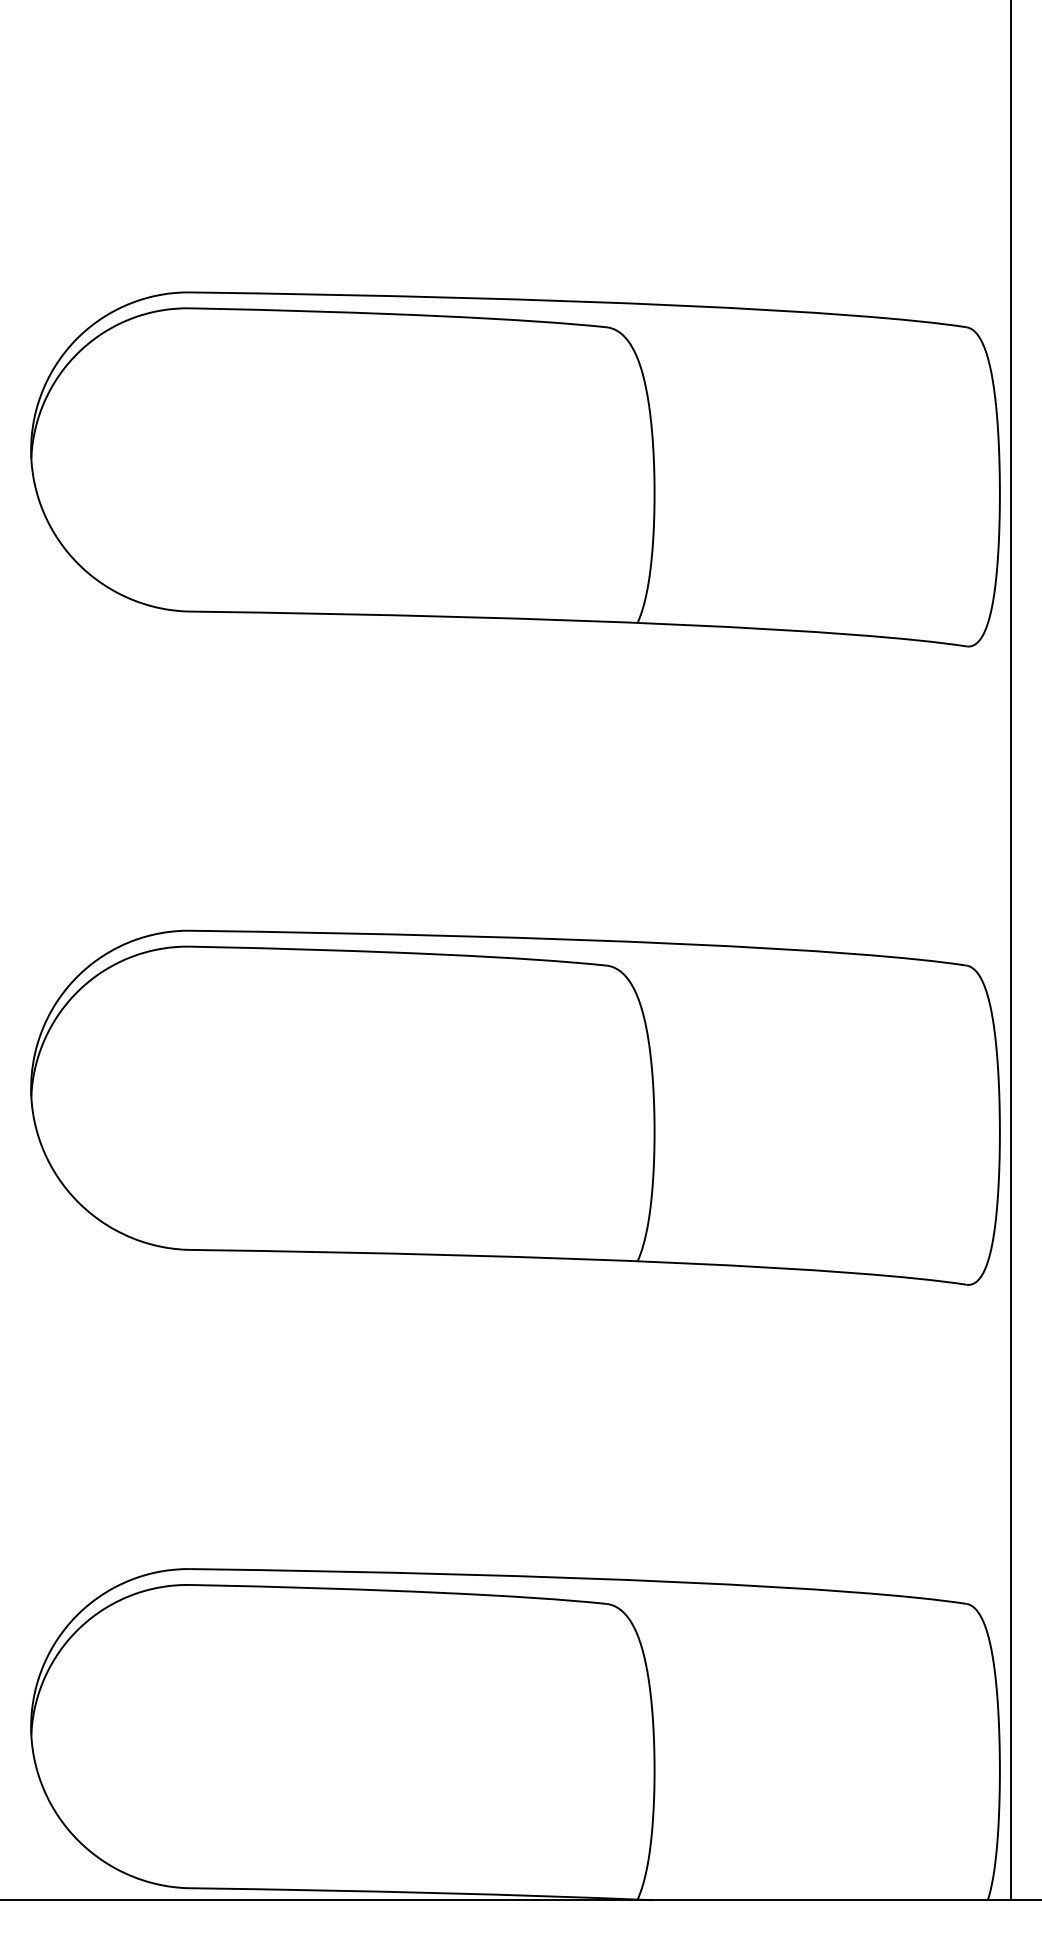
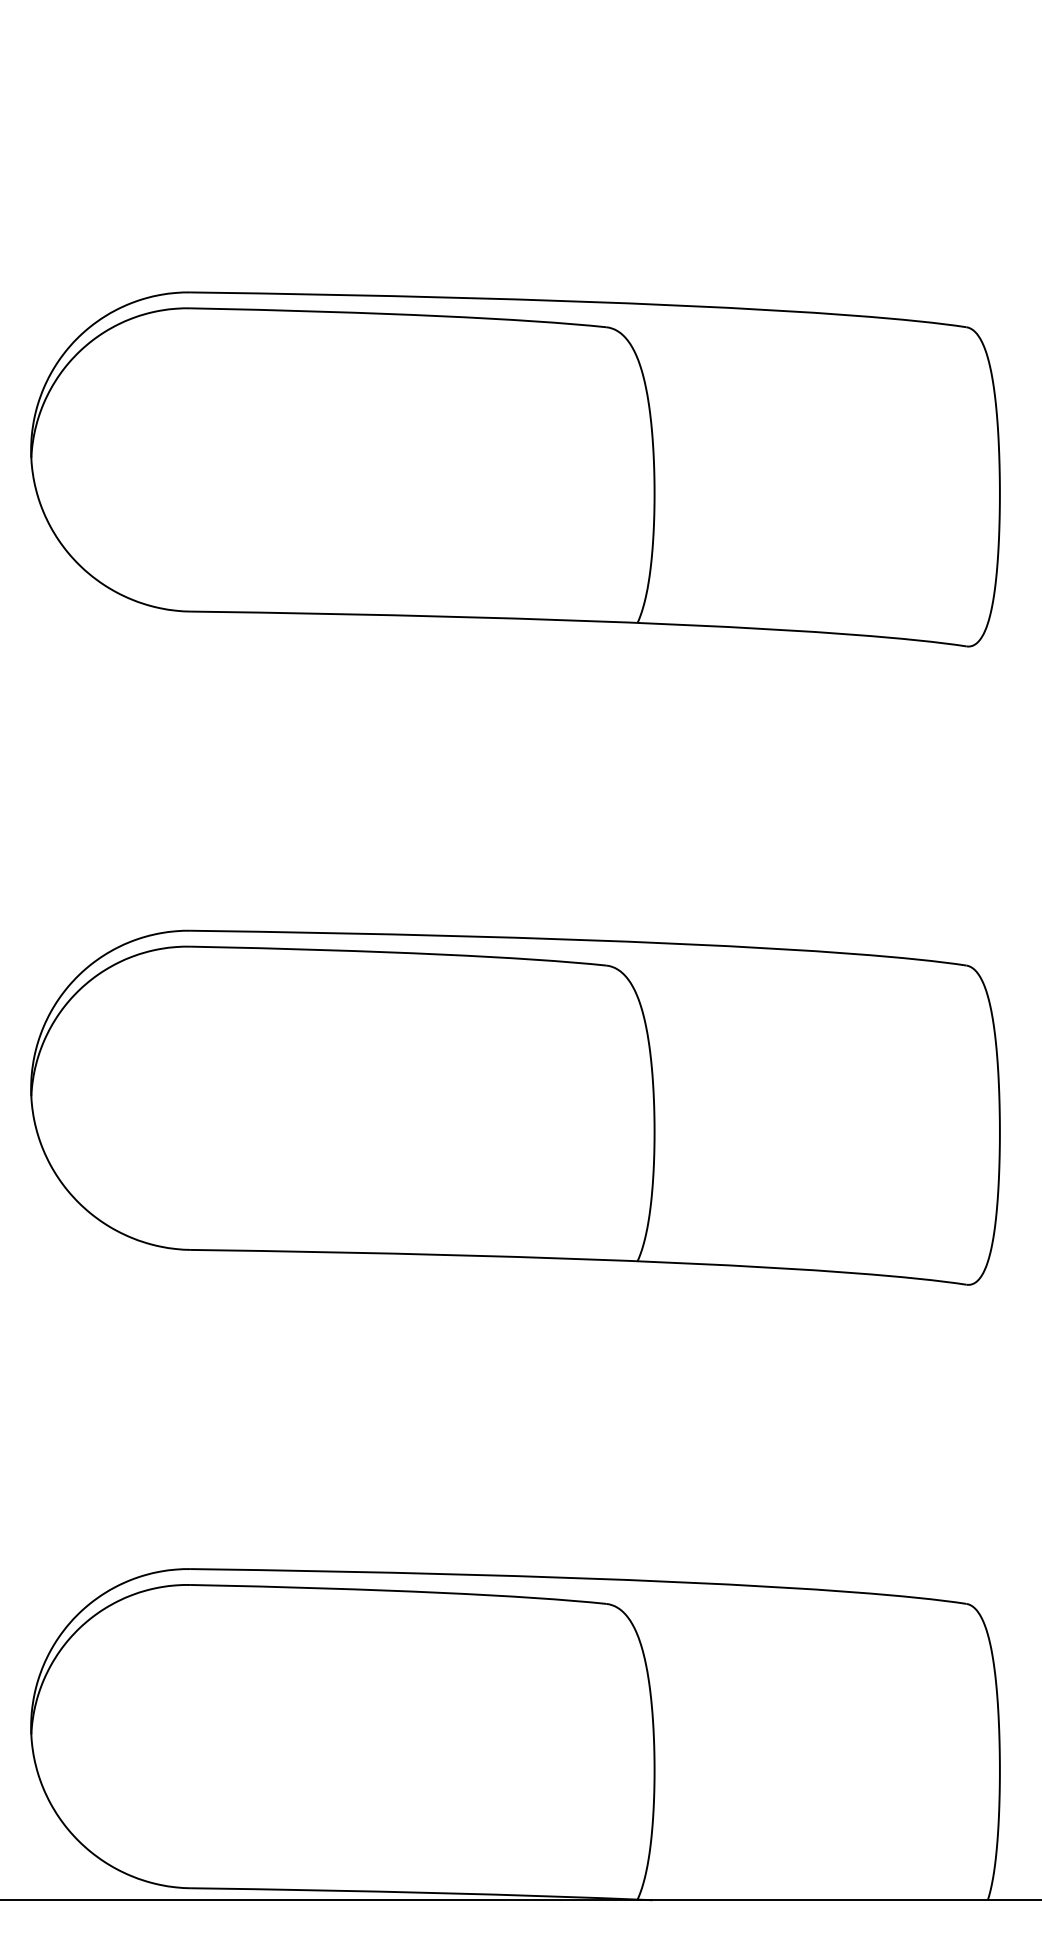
line at (1010, 951): present -> none
